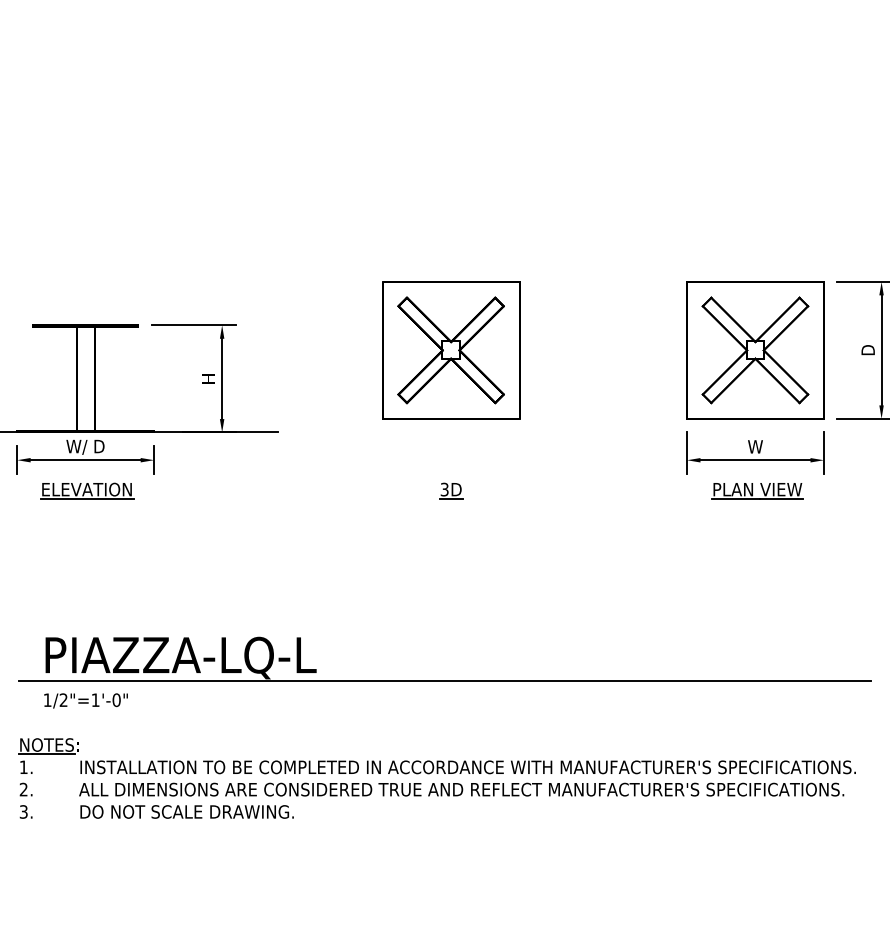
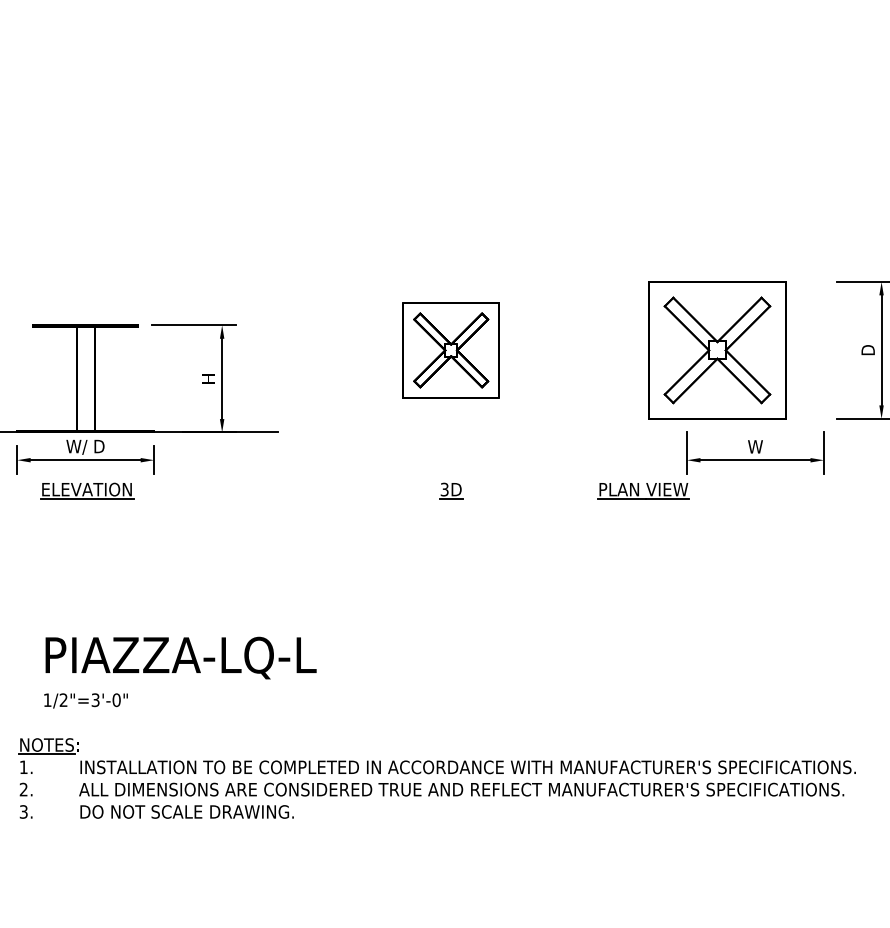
part at (451, 350) size: 139x139 px -> 98x97 px
part at (755, 350) position: (755, 350) -> (717, 350)
part at (757, 491) position: (757, 491) -> (643, 491)
line at (444, 681): present -> none
text at (95, 700): 1/2"=1'-0" -> 1/2"=3'-0"
